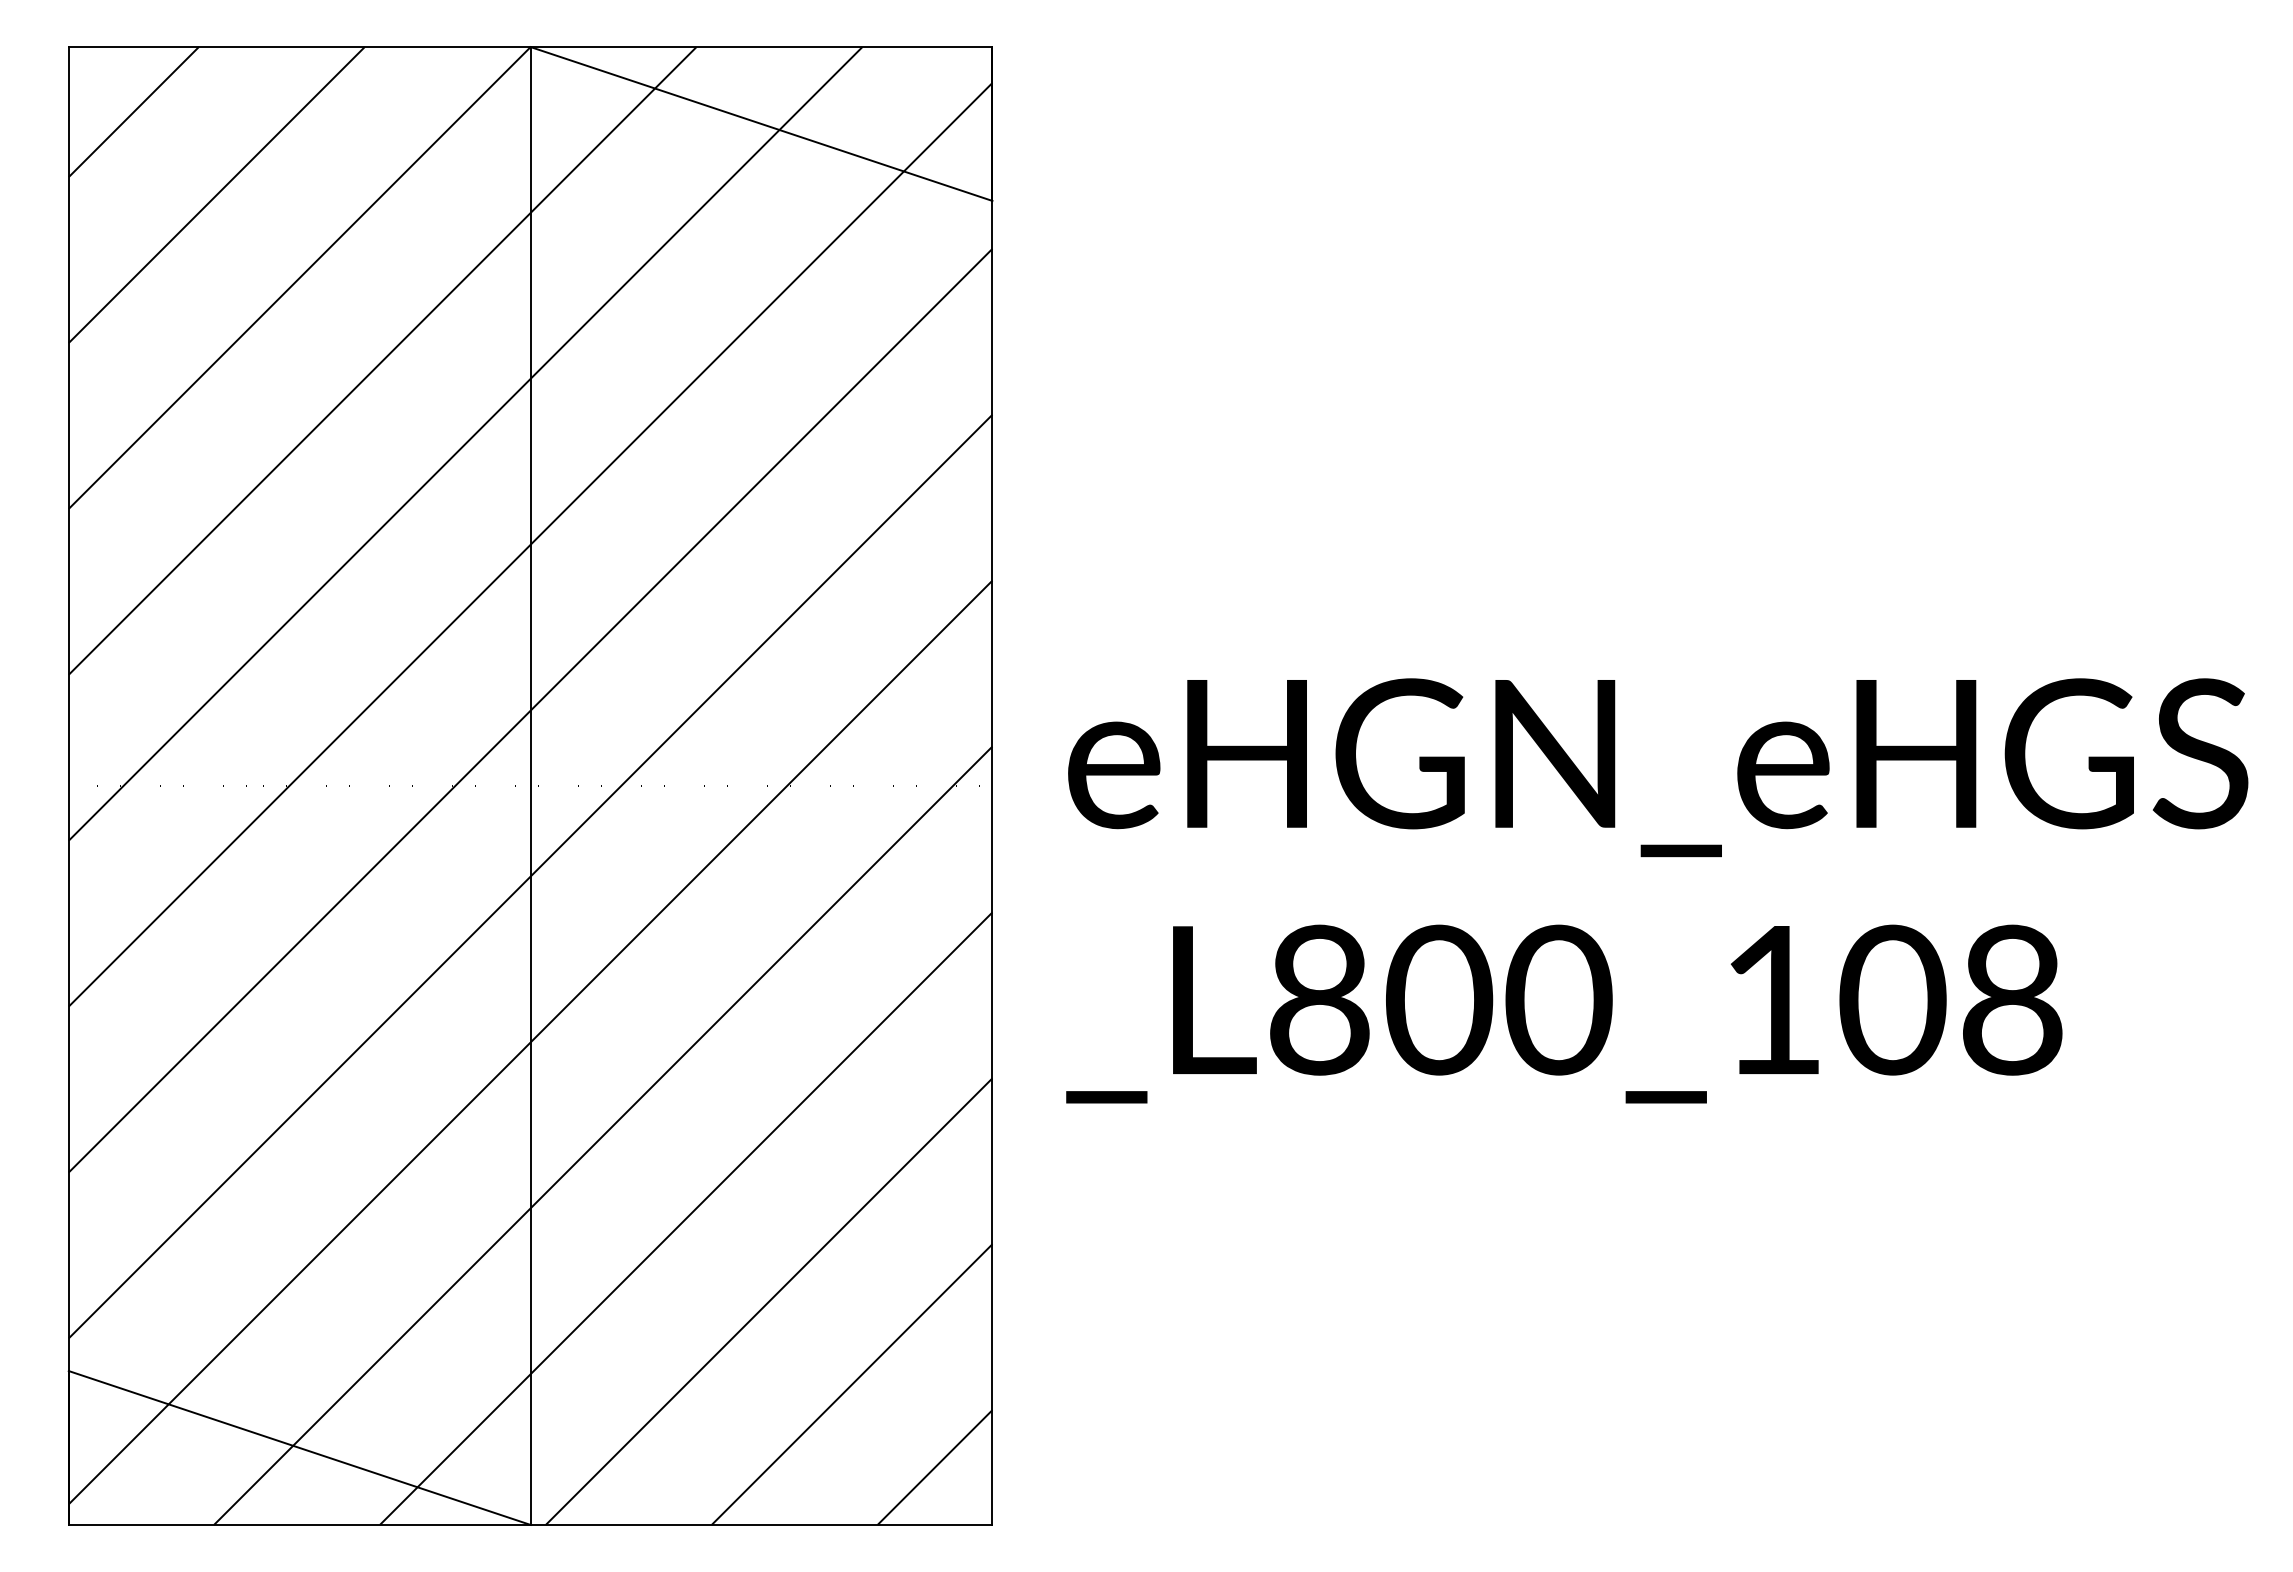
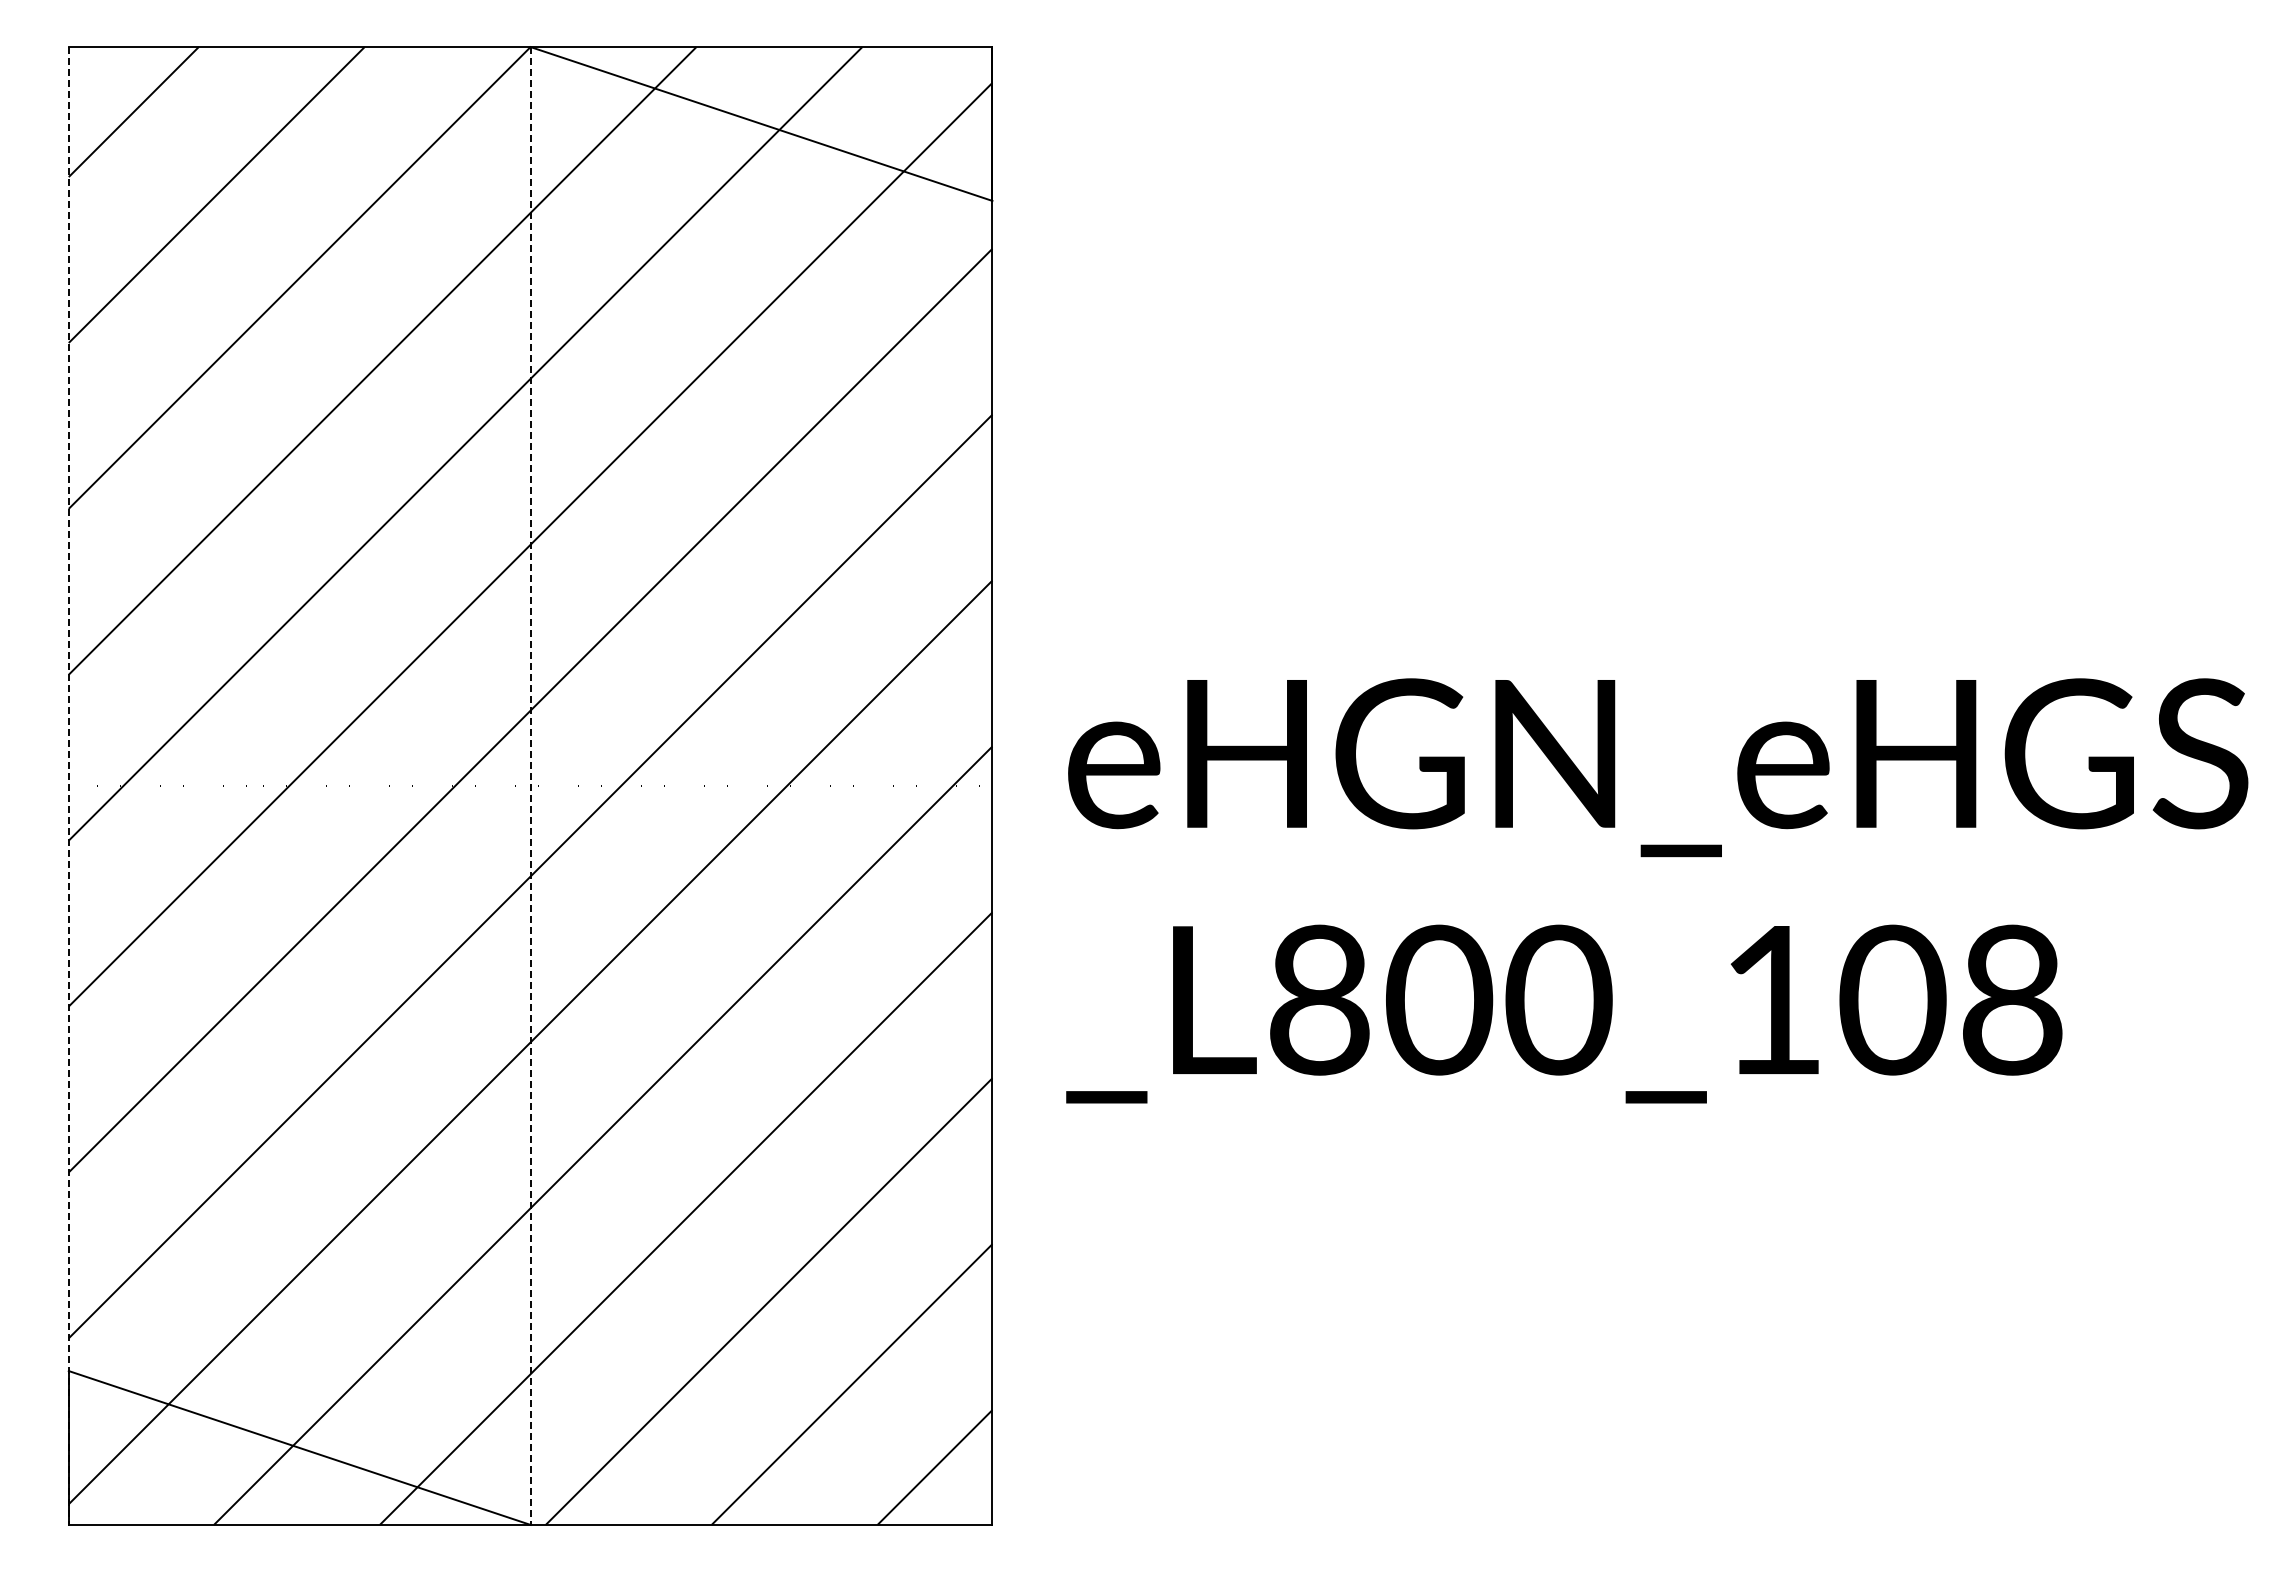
line at (68, 786): solid -> dashed
line at (530, 786): solid -> dashed
